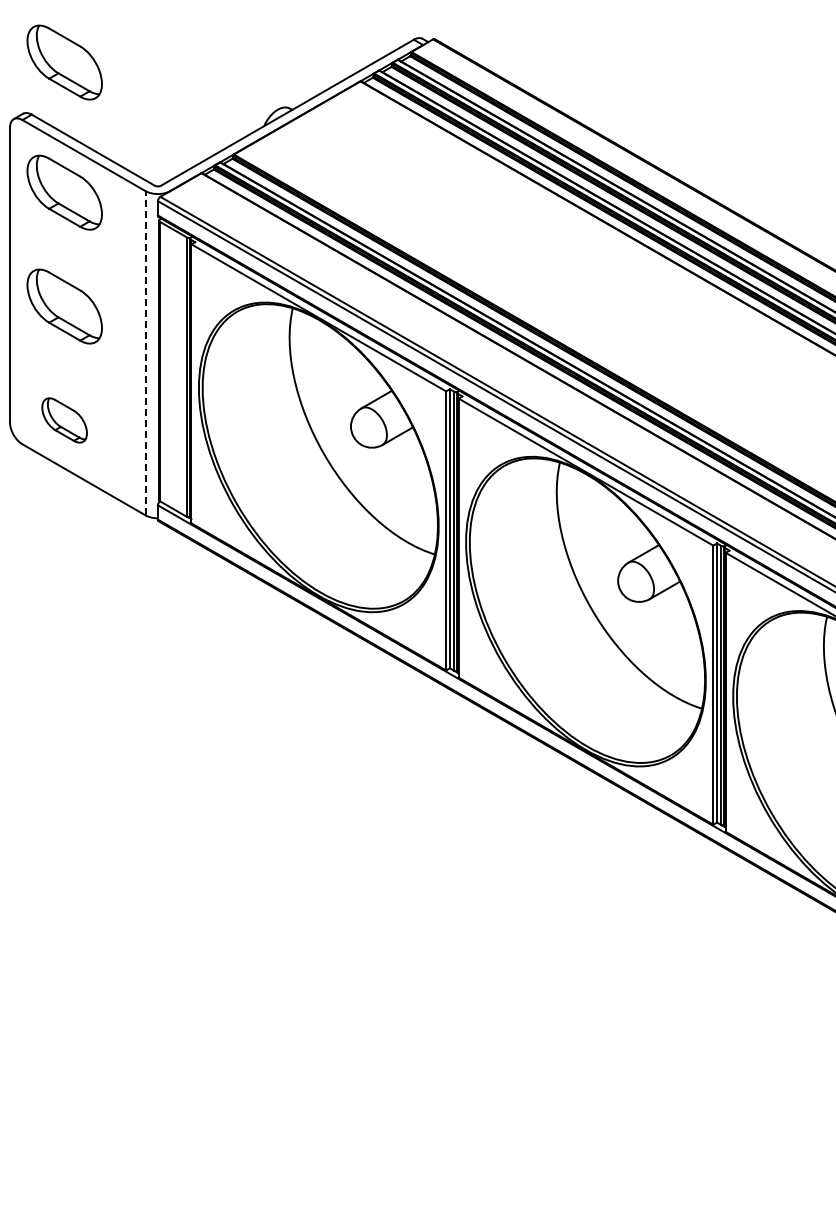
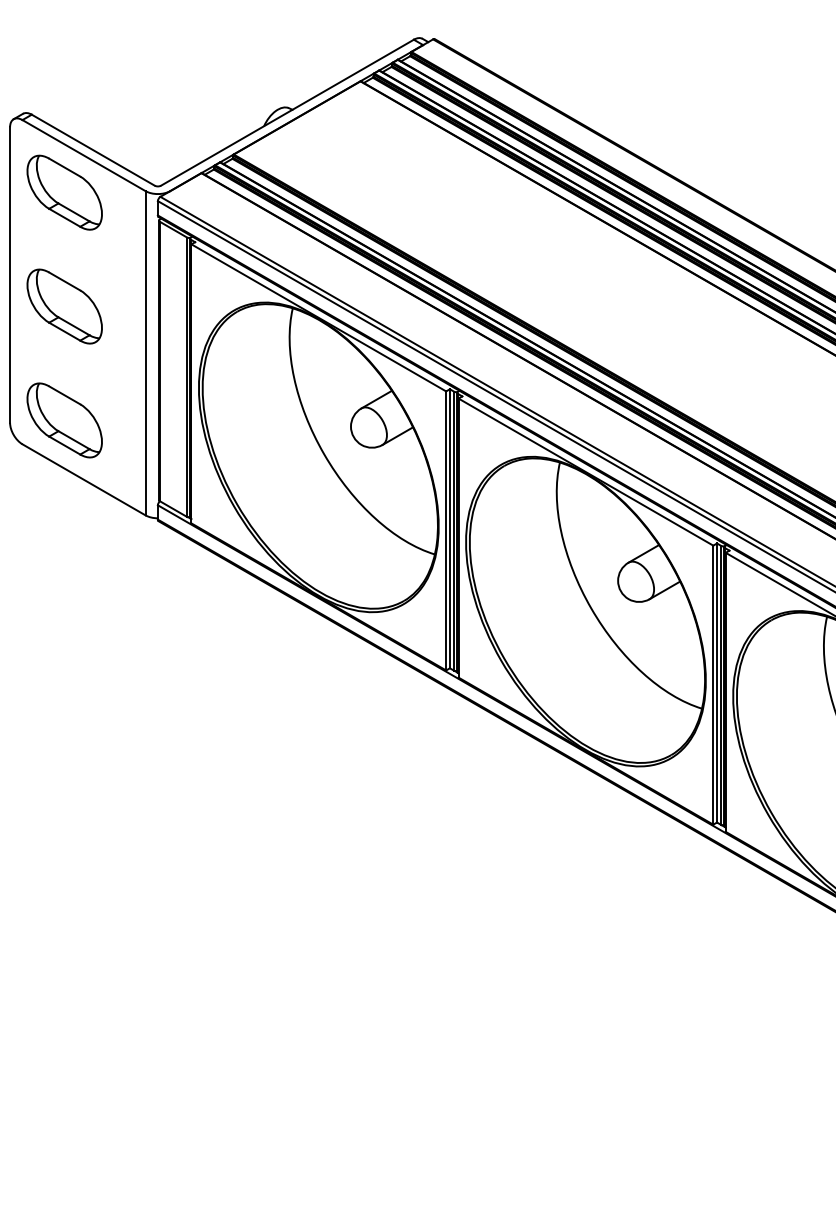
part at (64, 62): present -> none
line at (145, 352): dashed -> solid
part at (64, 420) size: 47x47 px -> 77x77 px
